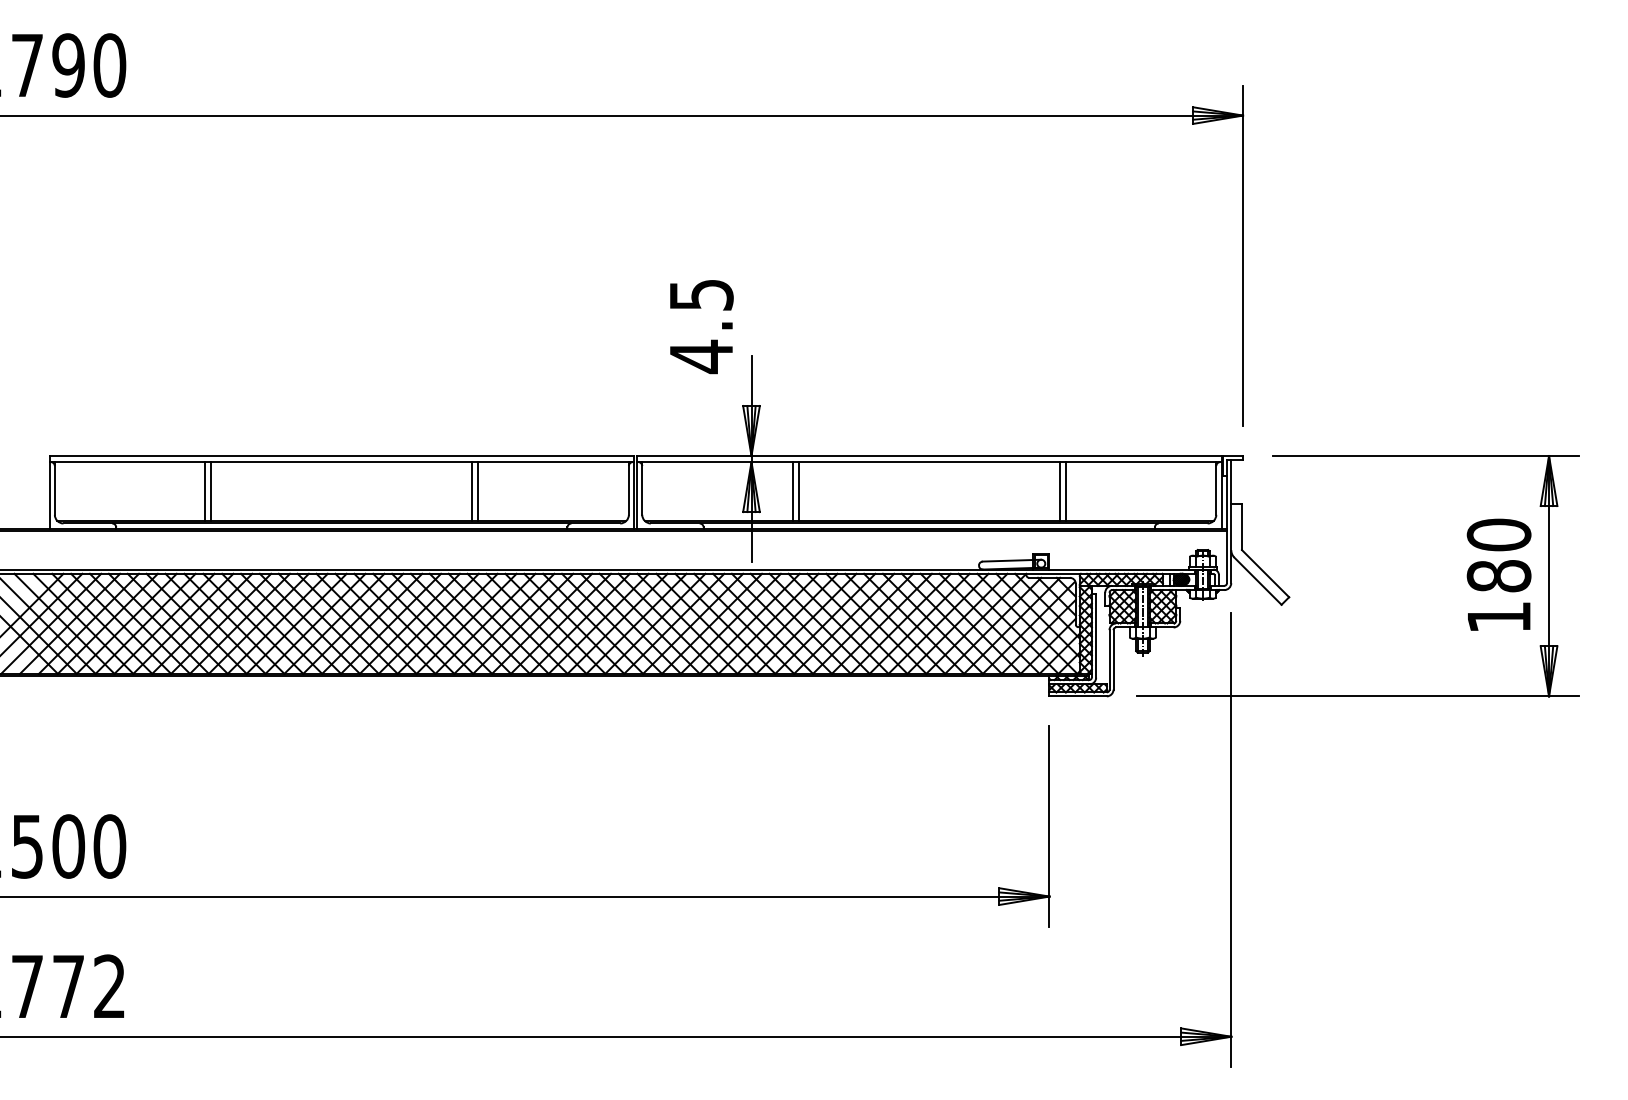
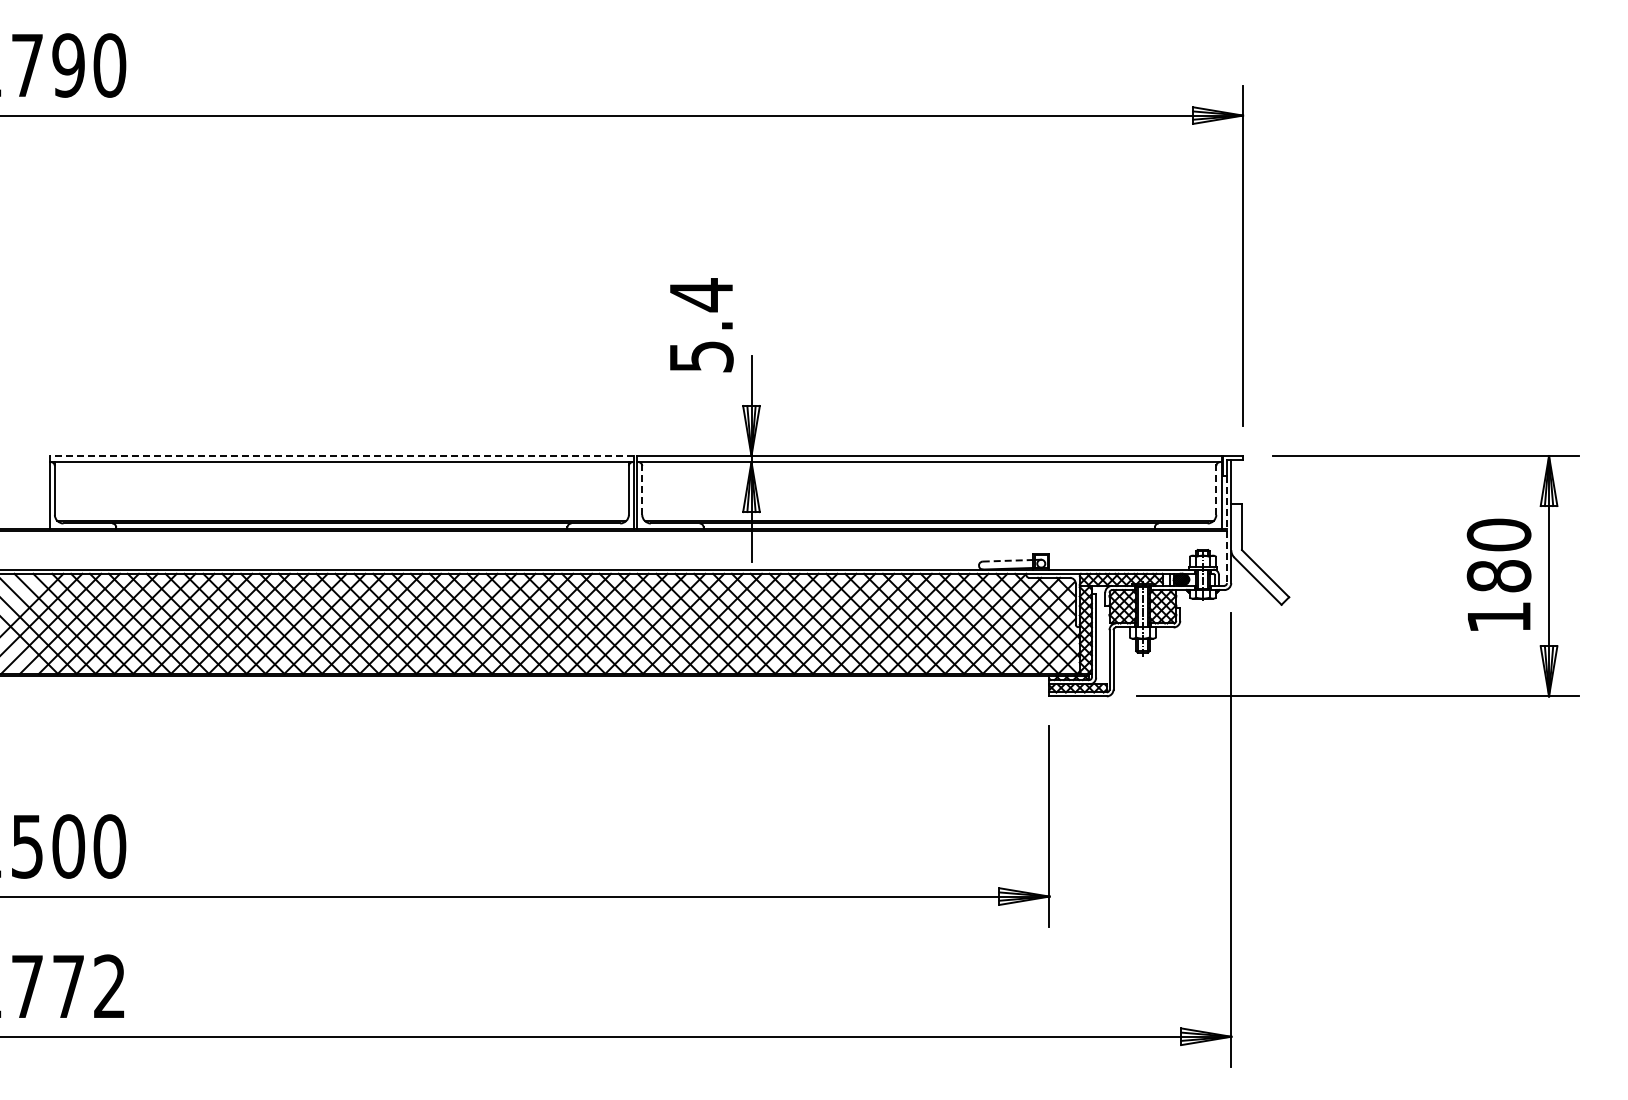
text at (701, 326): 4.5 -> 5.4
line at (341, 456): solid -> dashed
line at (642, 487): solid -> dashed
line at (1216, 487): solid -> dashed
line at (205, 491): present -> none
line at (211, 491): present -> none
line at (472, 491): present -> none
line at (478, 491): present -> none
line at (792, 491): present -> none
line at (798, 491): present -> none
line at (1059, 491): present -> none
line at (1065, 491): present -> none
line at (1226, 529): solid -> dashed
line at (1008, 560): solid -> dashed
